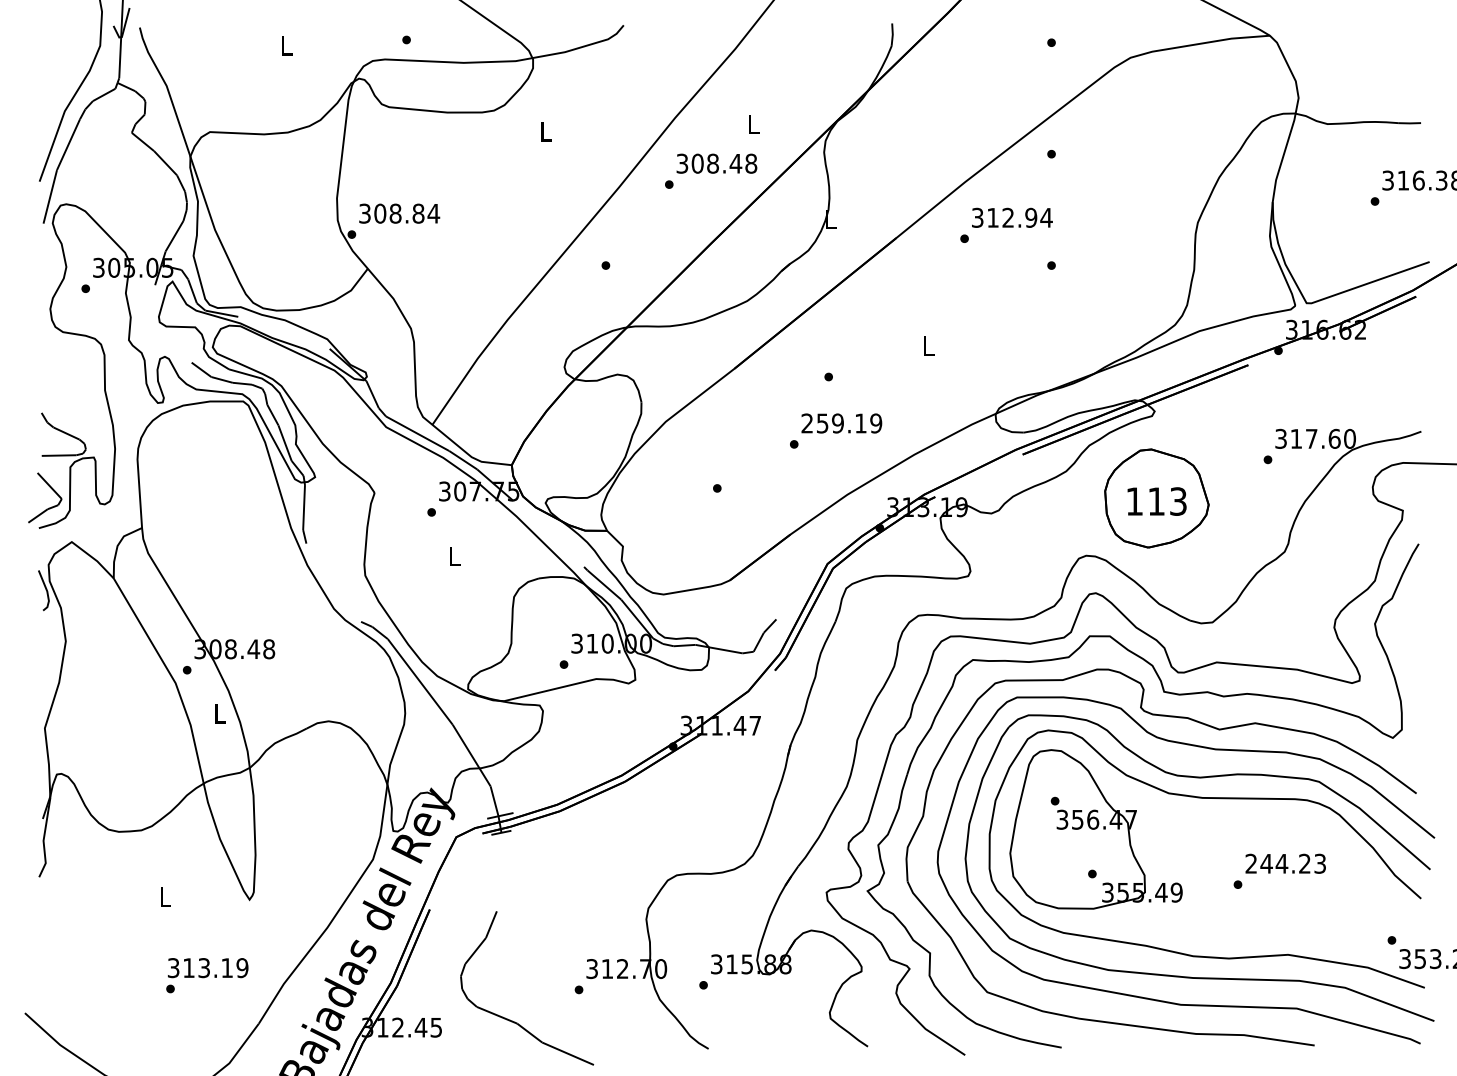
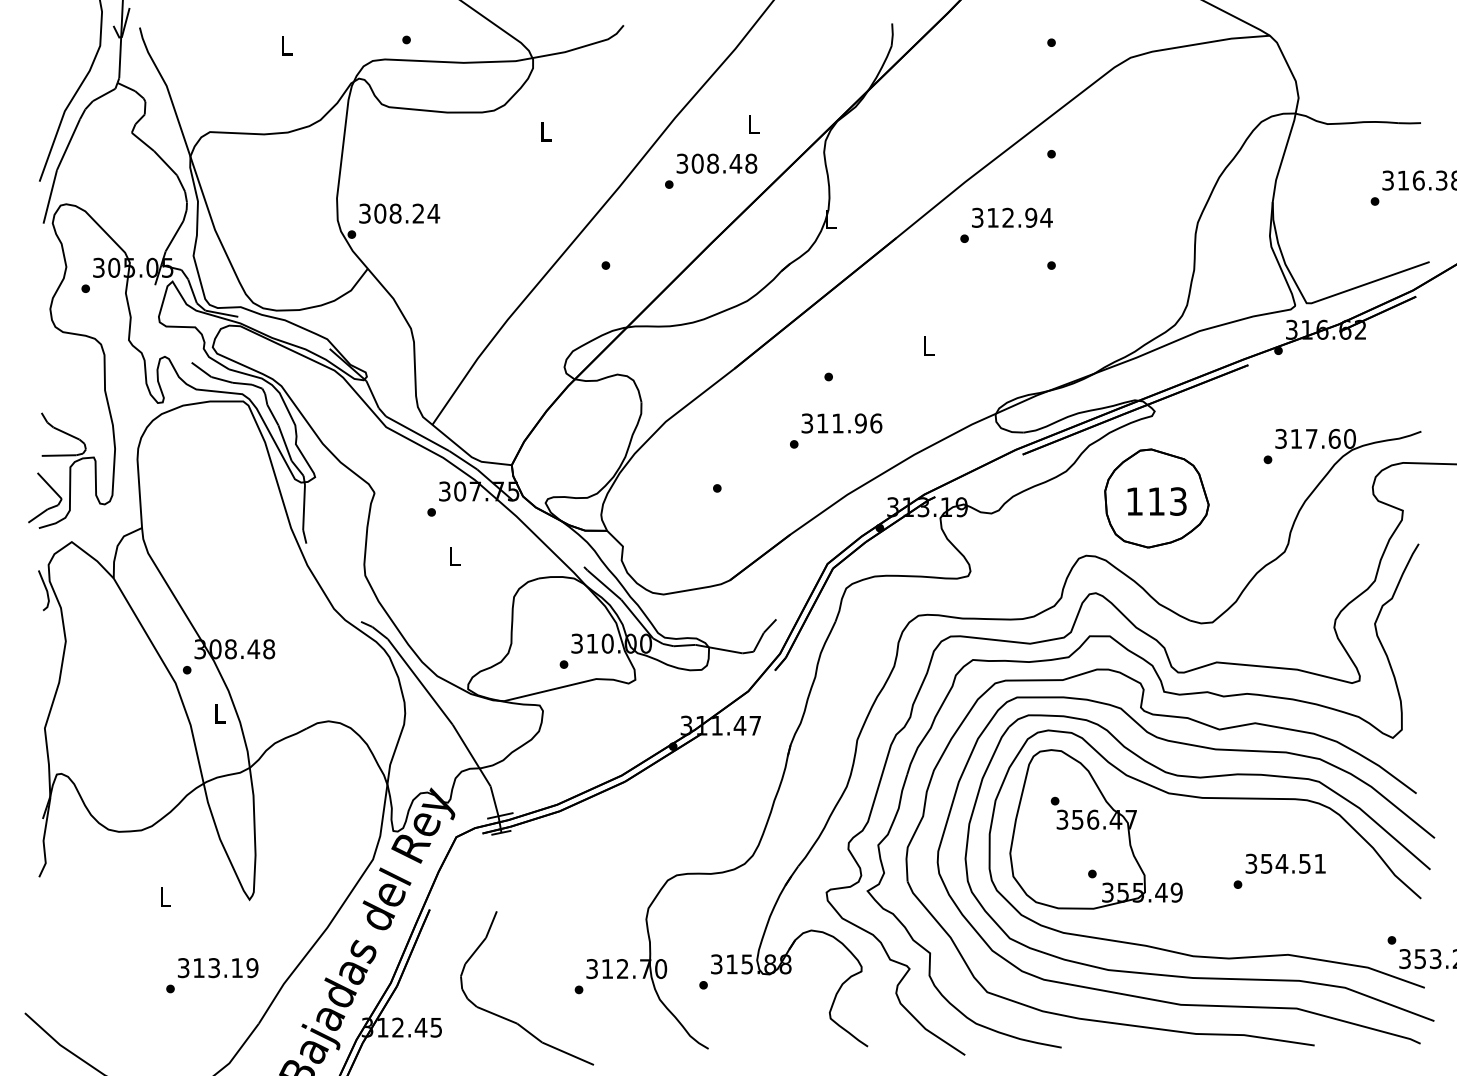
text at (418, 213): 308.84 -> 308.24
text at (841, 423): 259.19 -> 311.96
text at (1285, 863): 244.23 -> 354.51
text at (208, 968) position: (208, 968) -> (218, 968)
